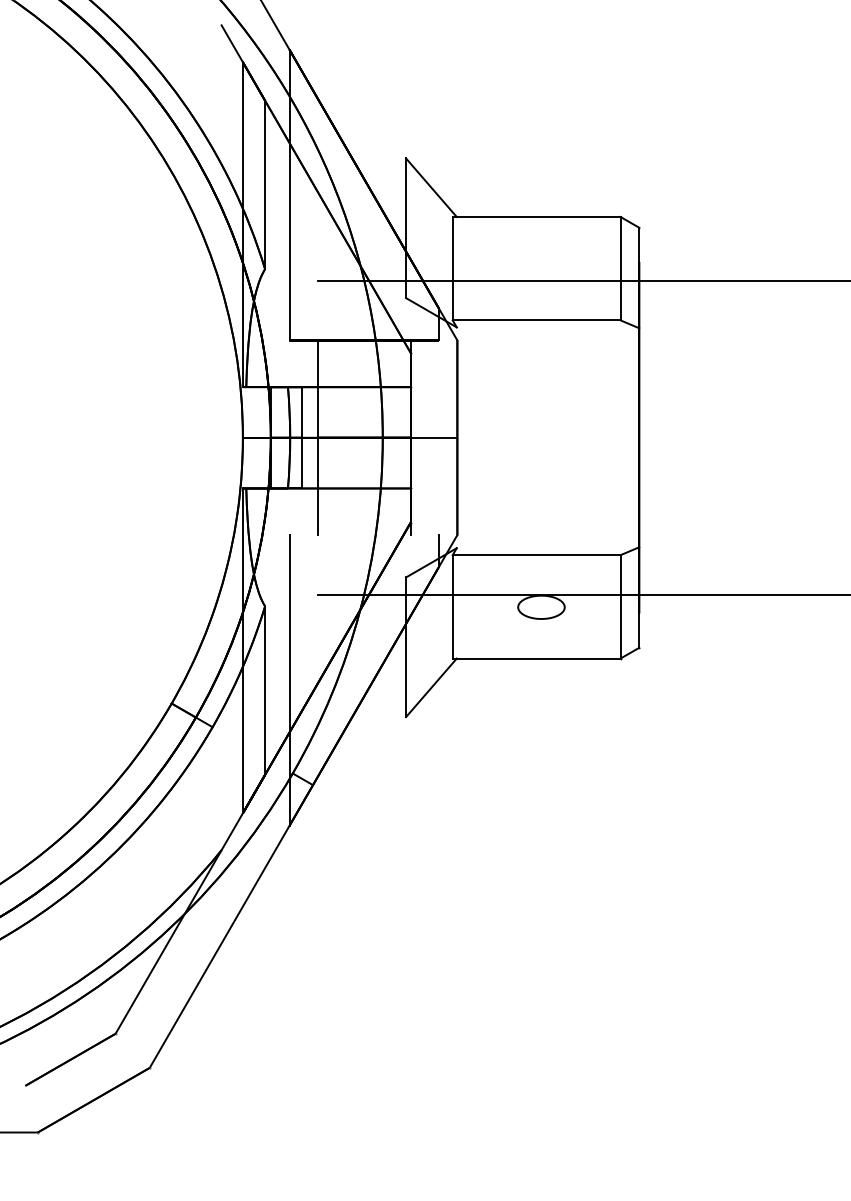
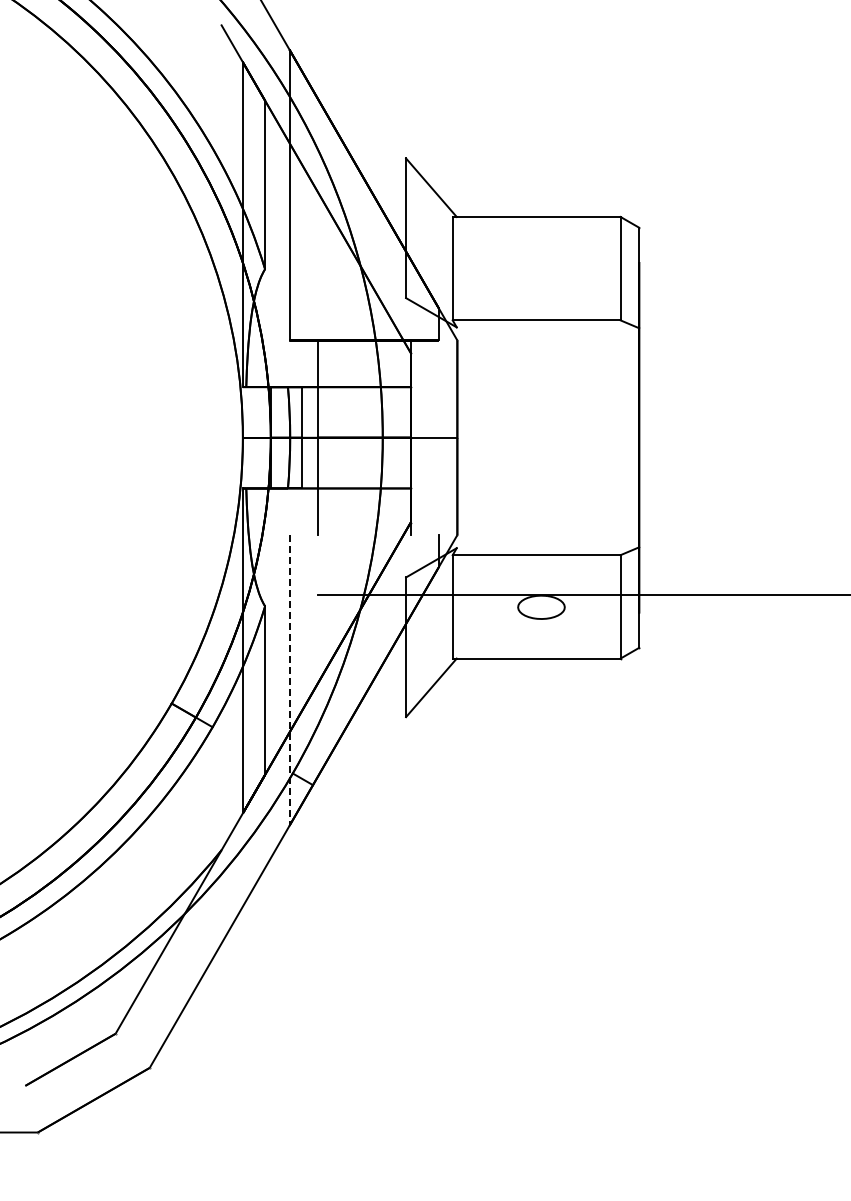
line at (582, 280): present -> none
line at (289, 680): solid -> dashed
